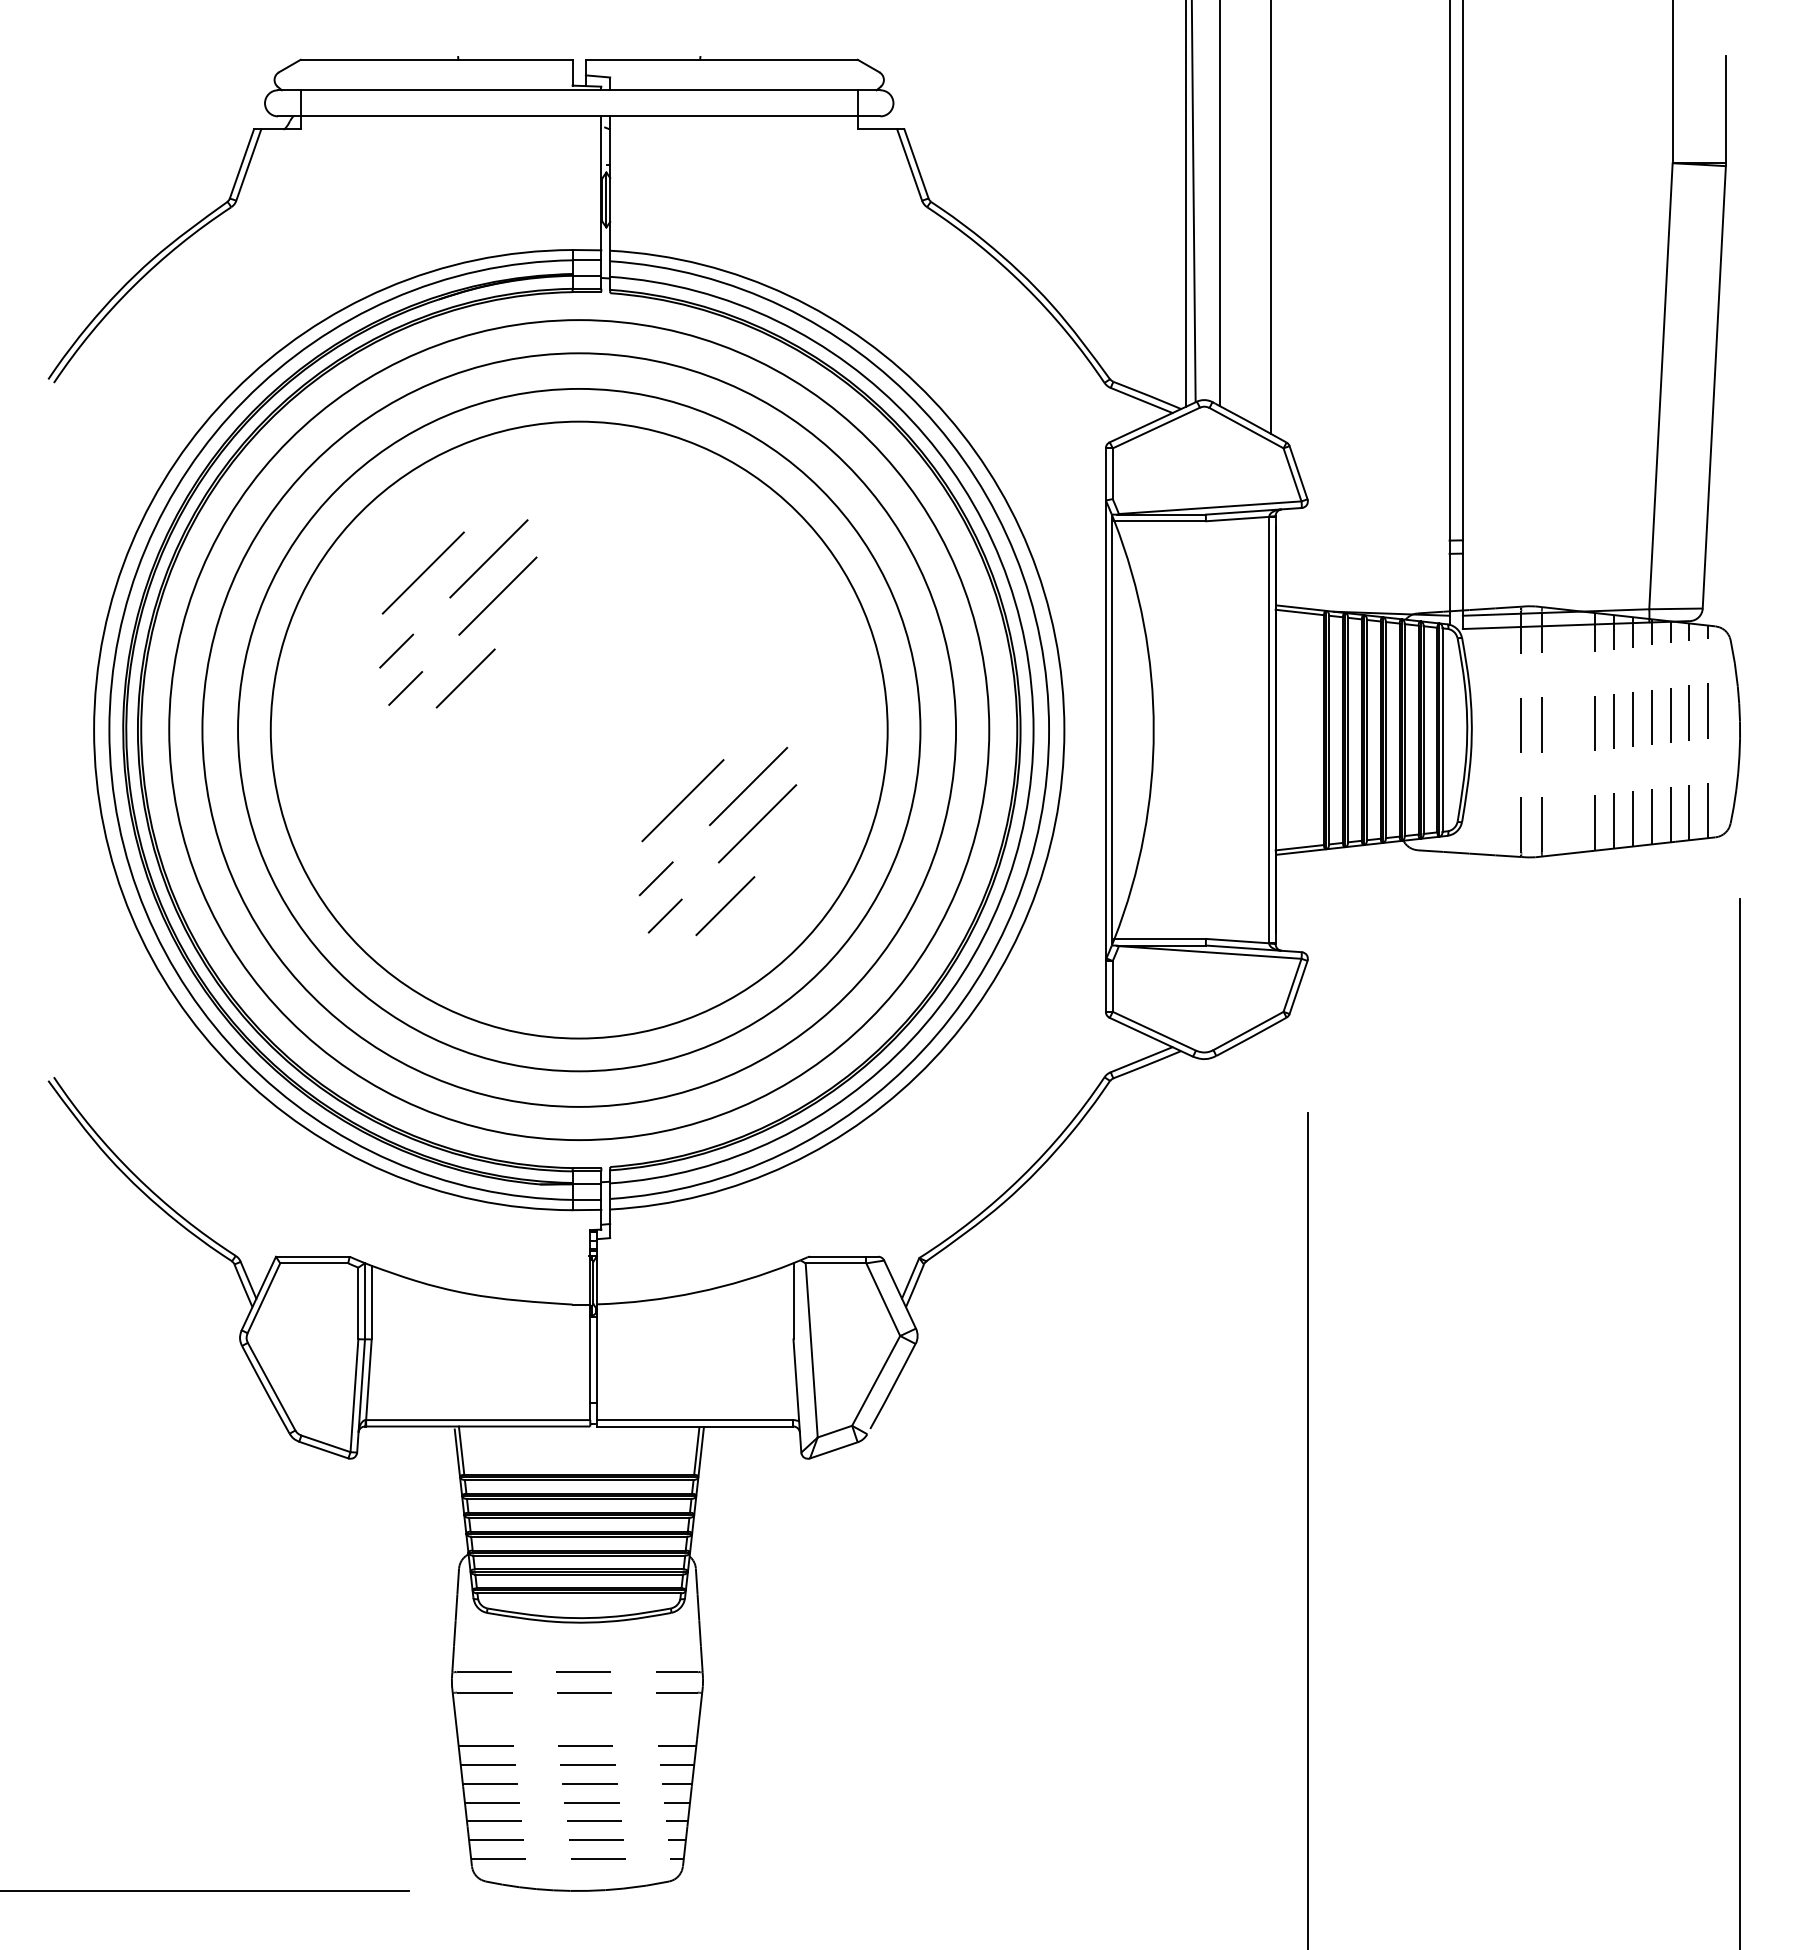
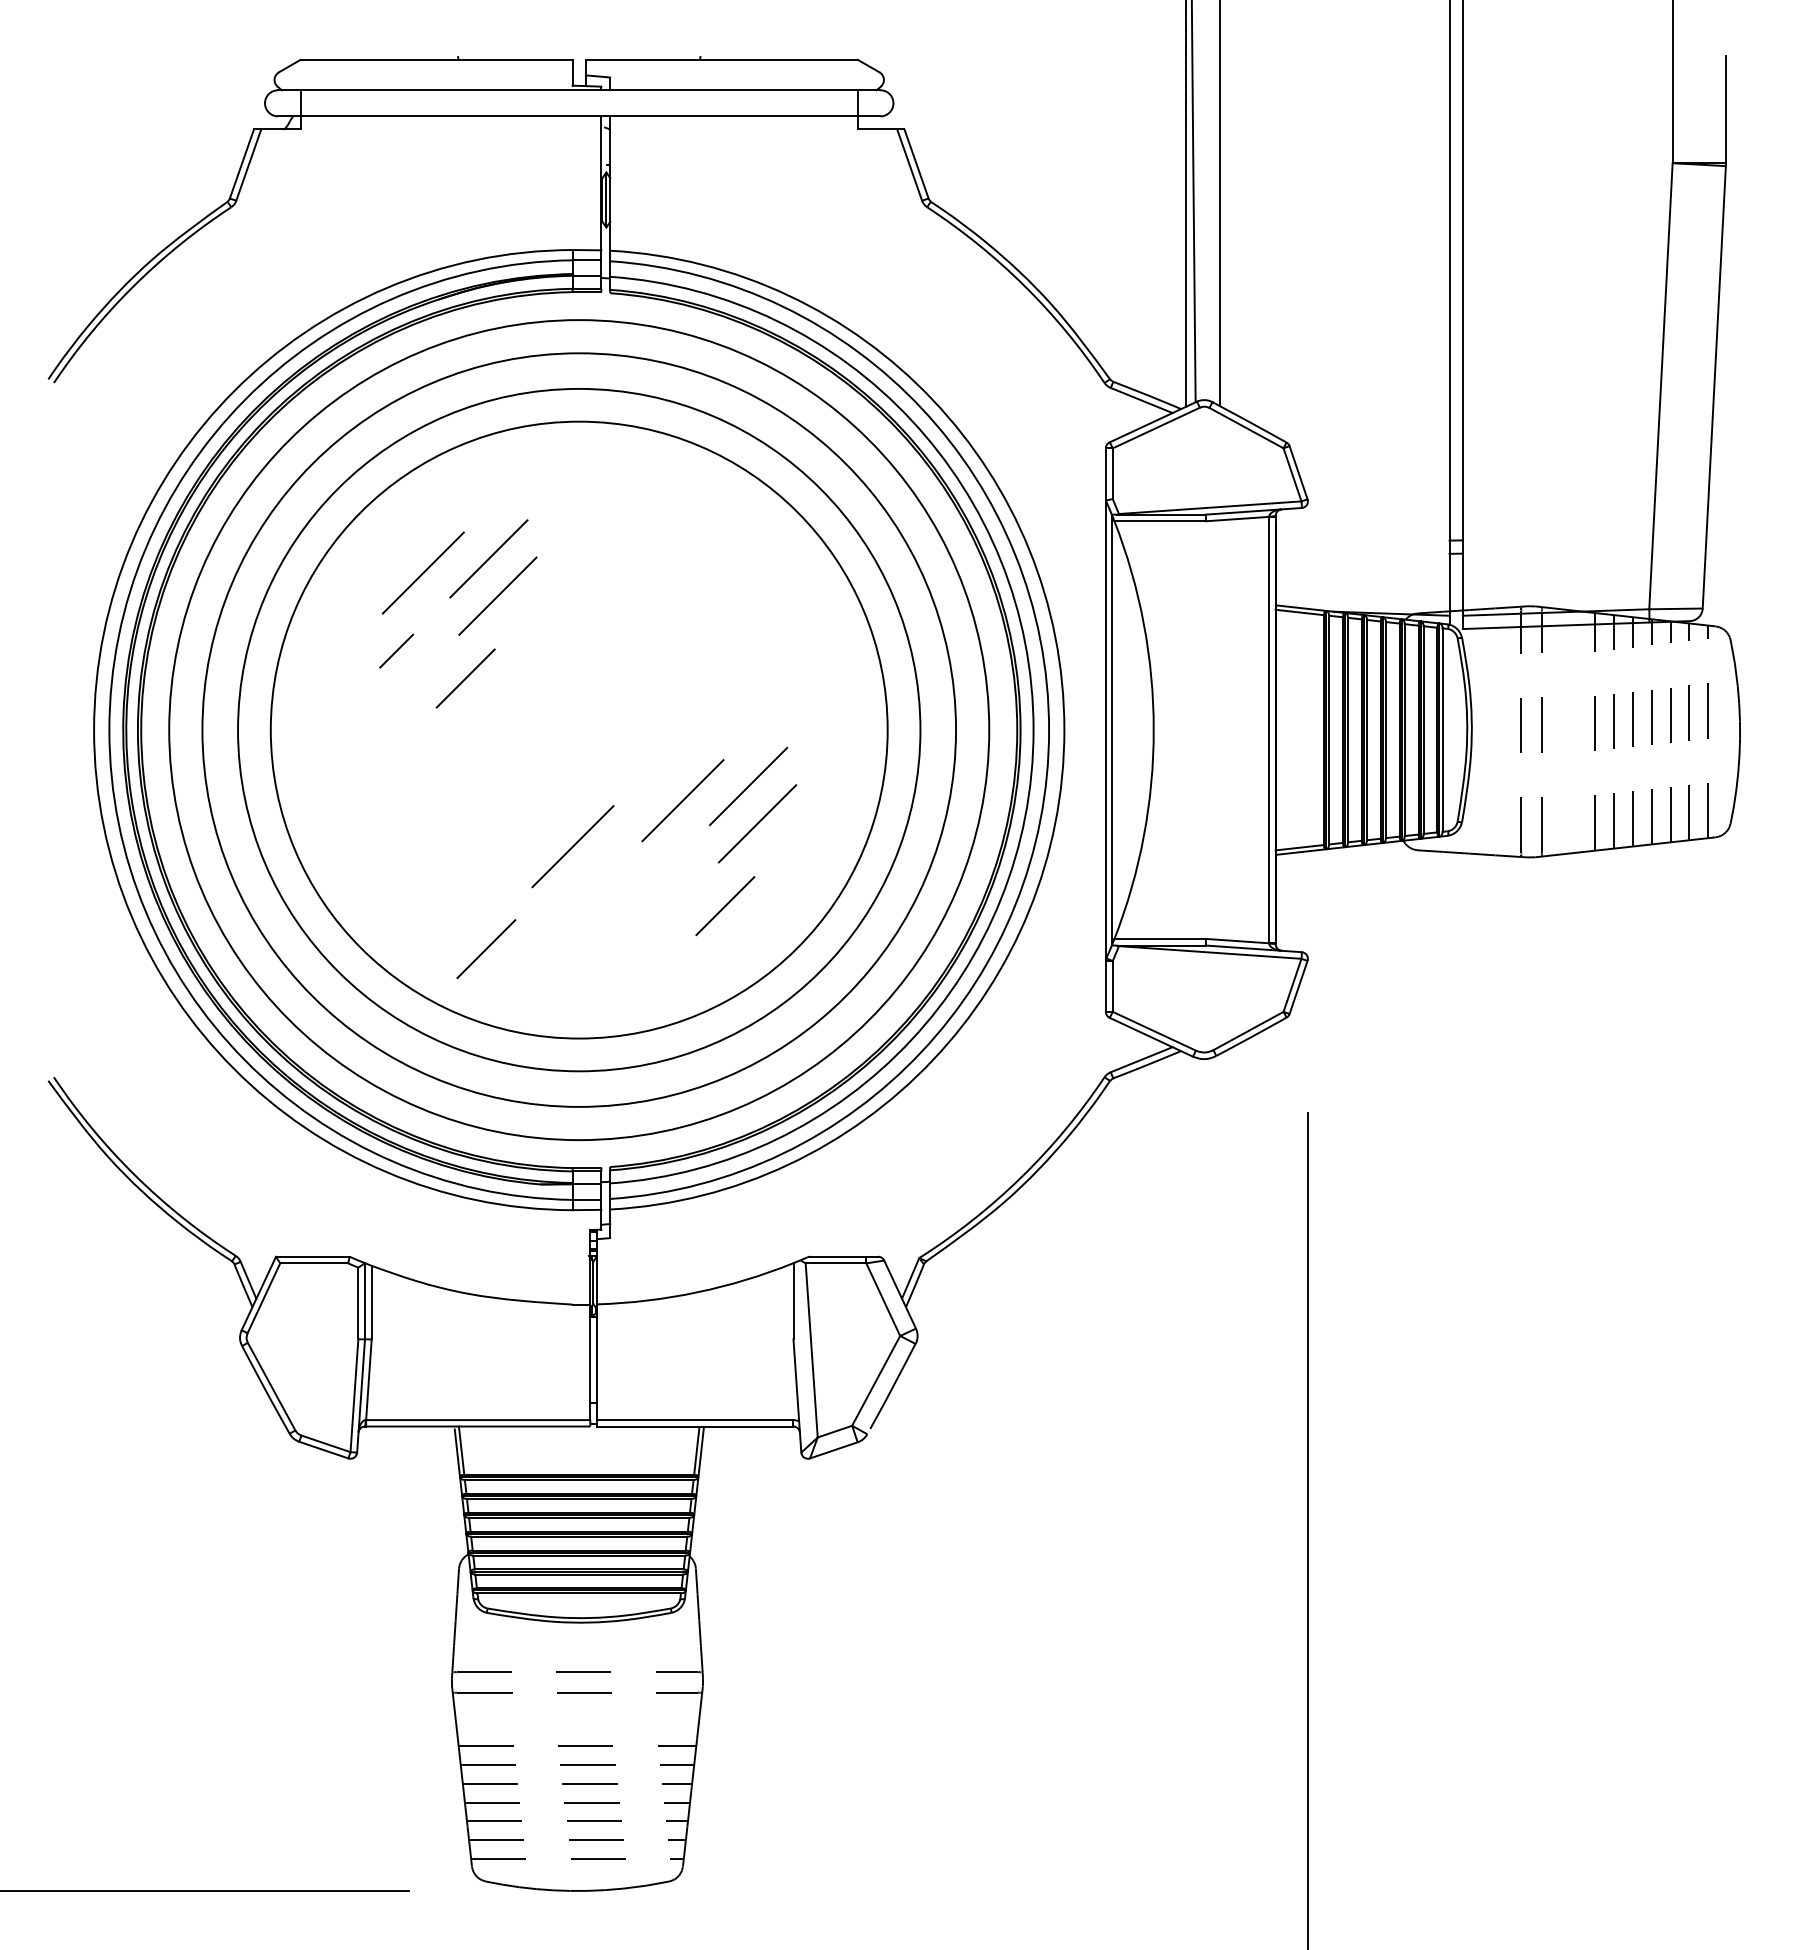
line at (1271, 218): present -> none
line at (405, 688): present -> none
line at (572, 846): none -> present
line at (655, 878): present -> none
line at (664, 915): present -> none
line at (486, 949): none -> present
line at (1740, 1422): present -> none
